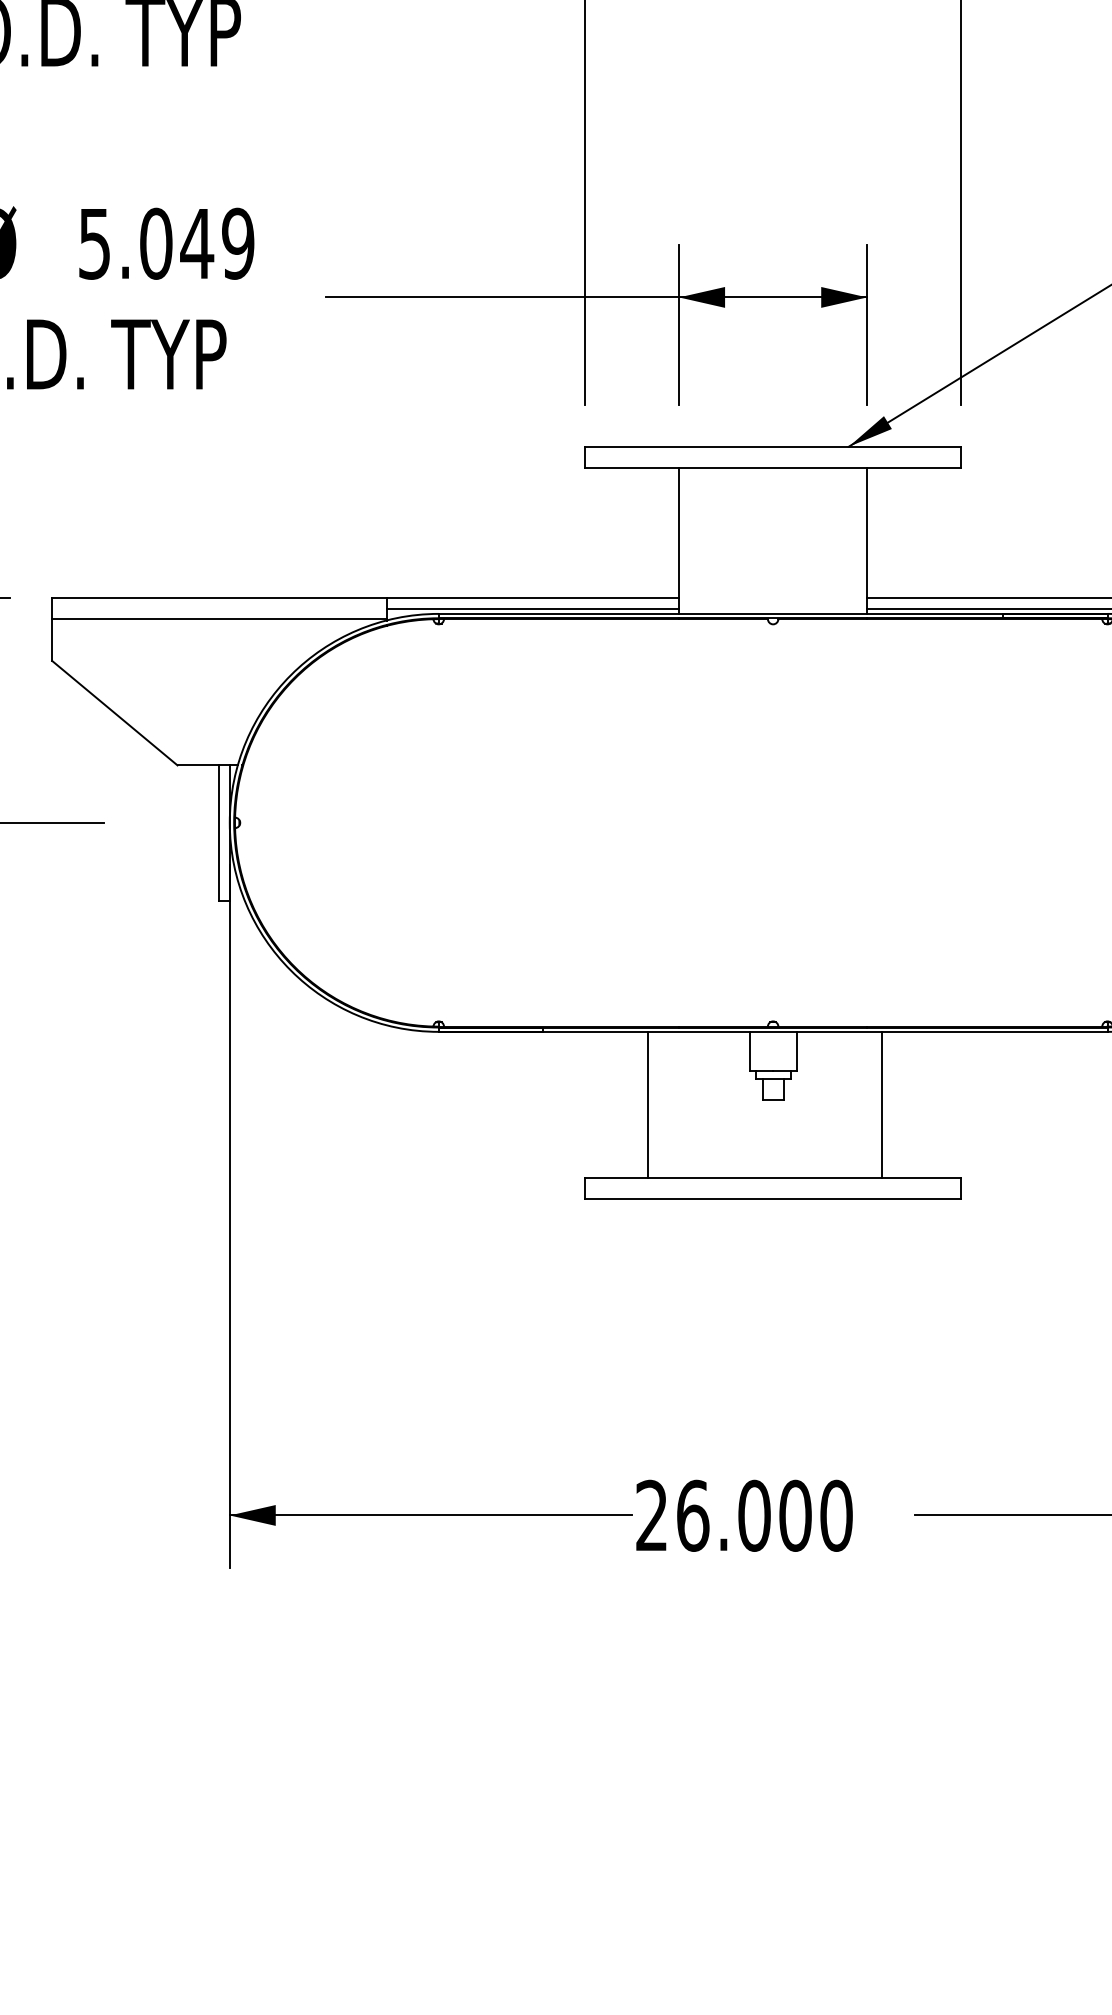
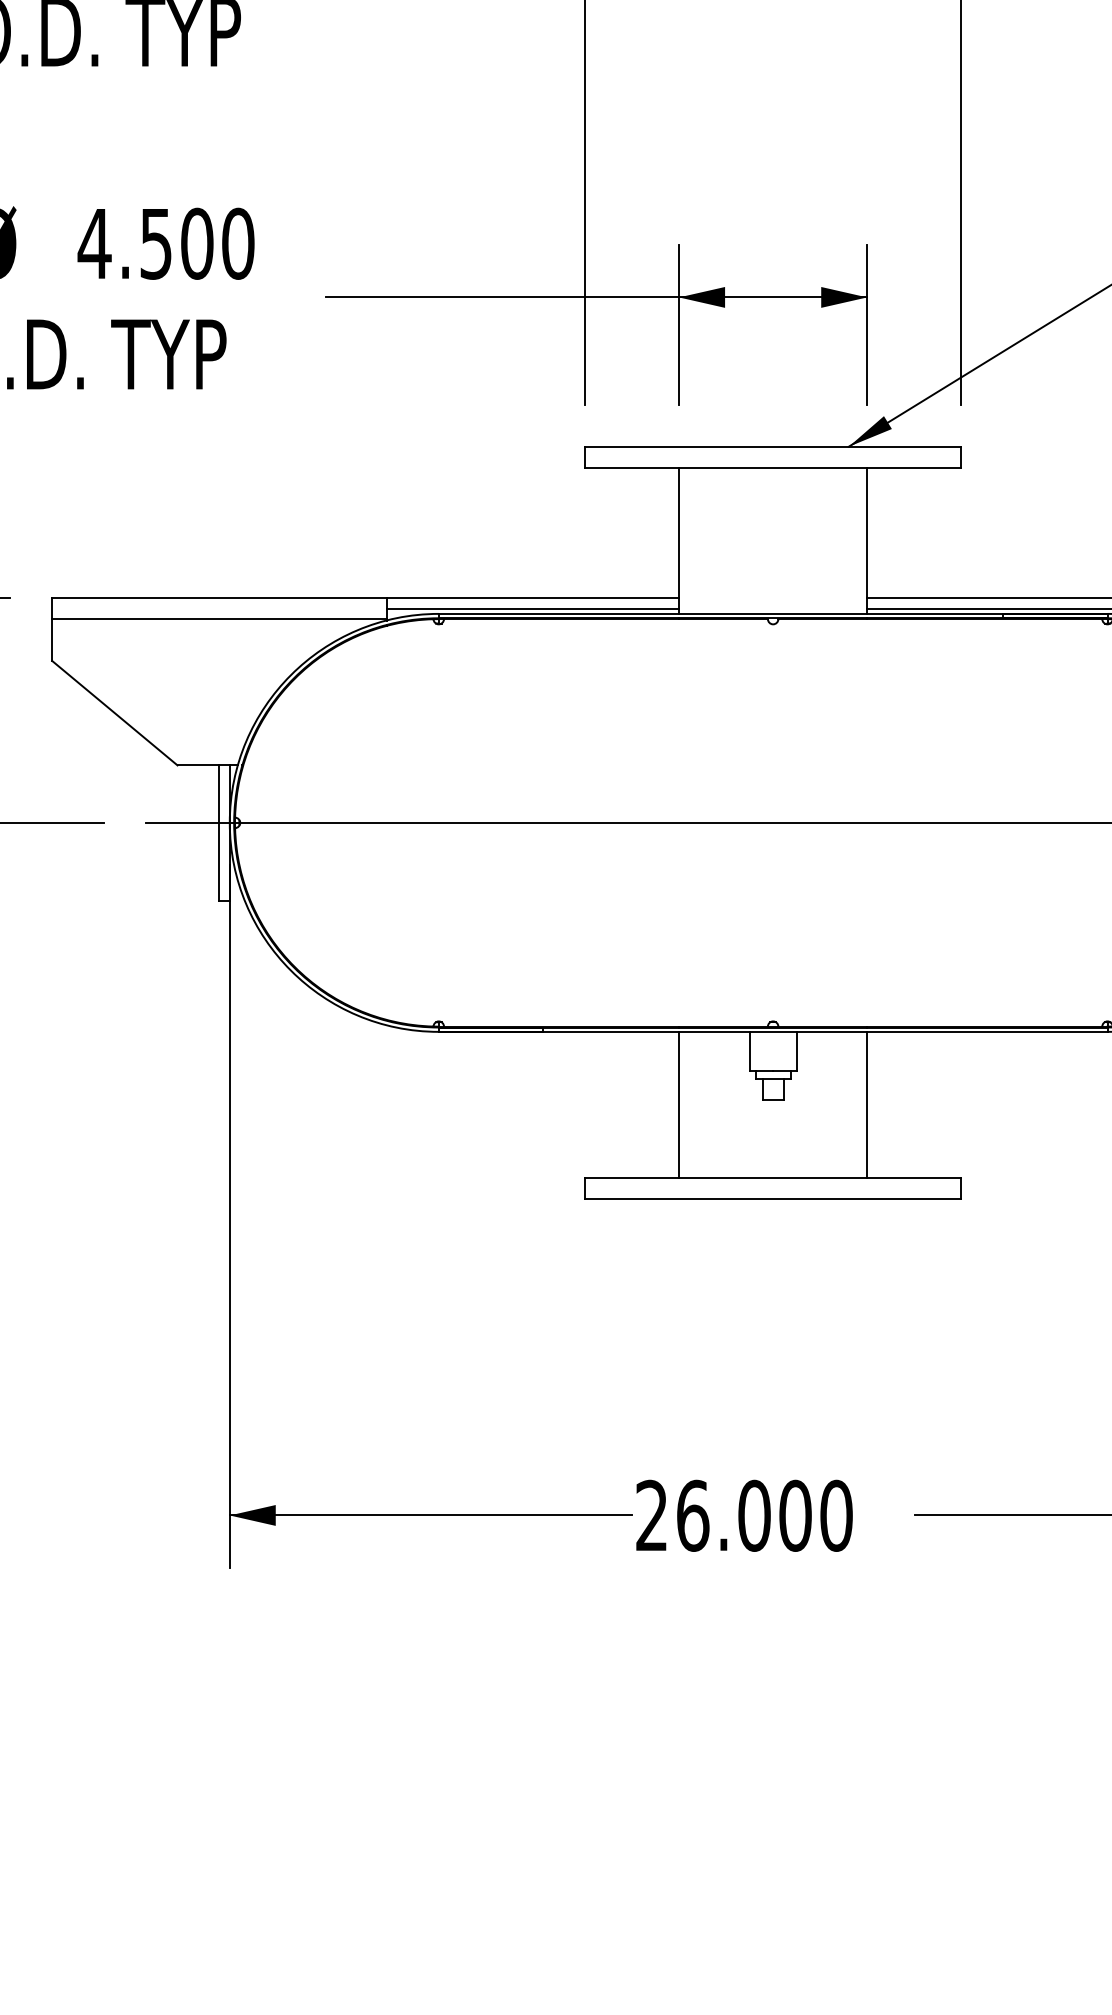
text at (165, 243): 5.049 -> 4.500
line at (627, 822): none -> present
line at (648, 1104) position: (648, 1104) -> (679, 1104)
line at (882, 1104) position: (882, 1104) -> (867, 1104)
